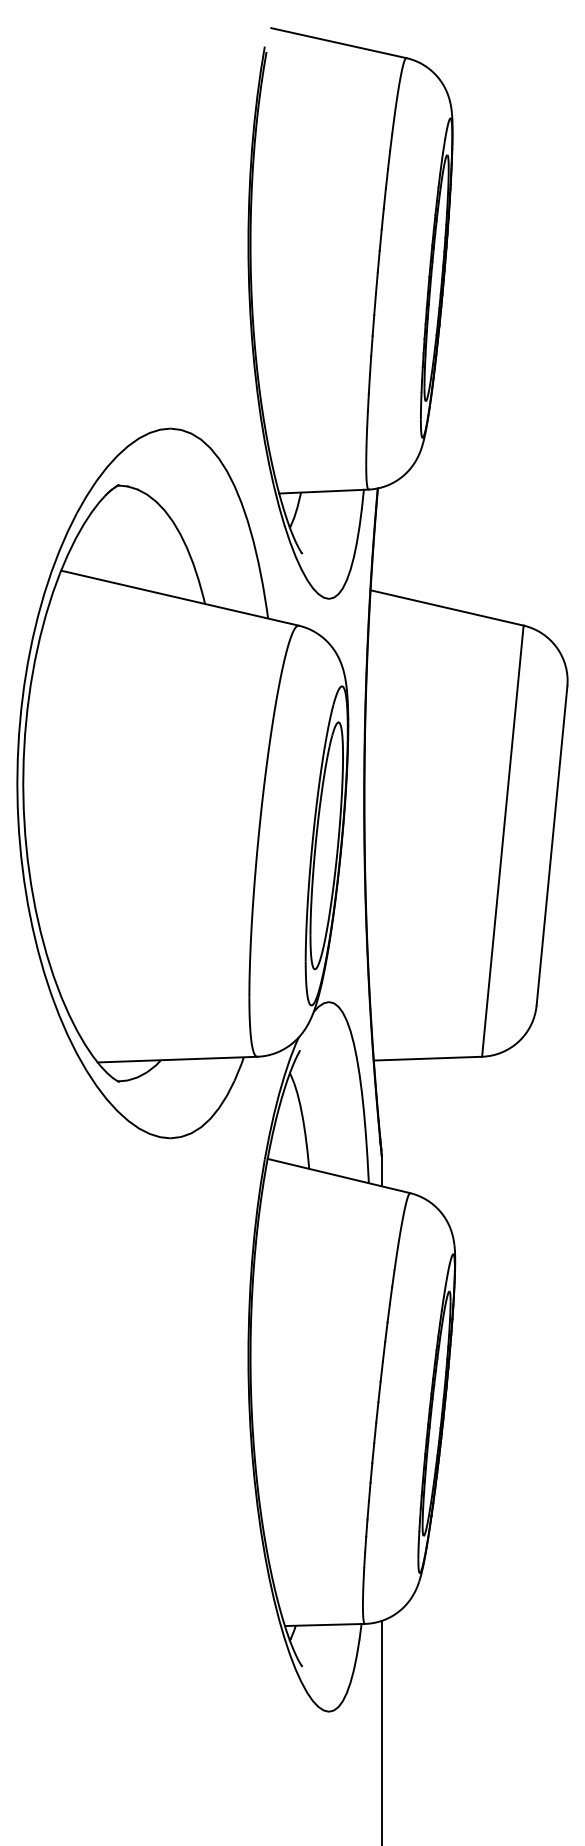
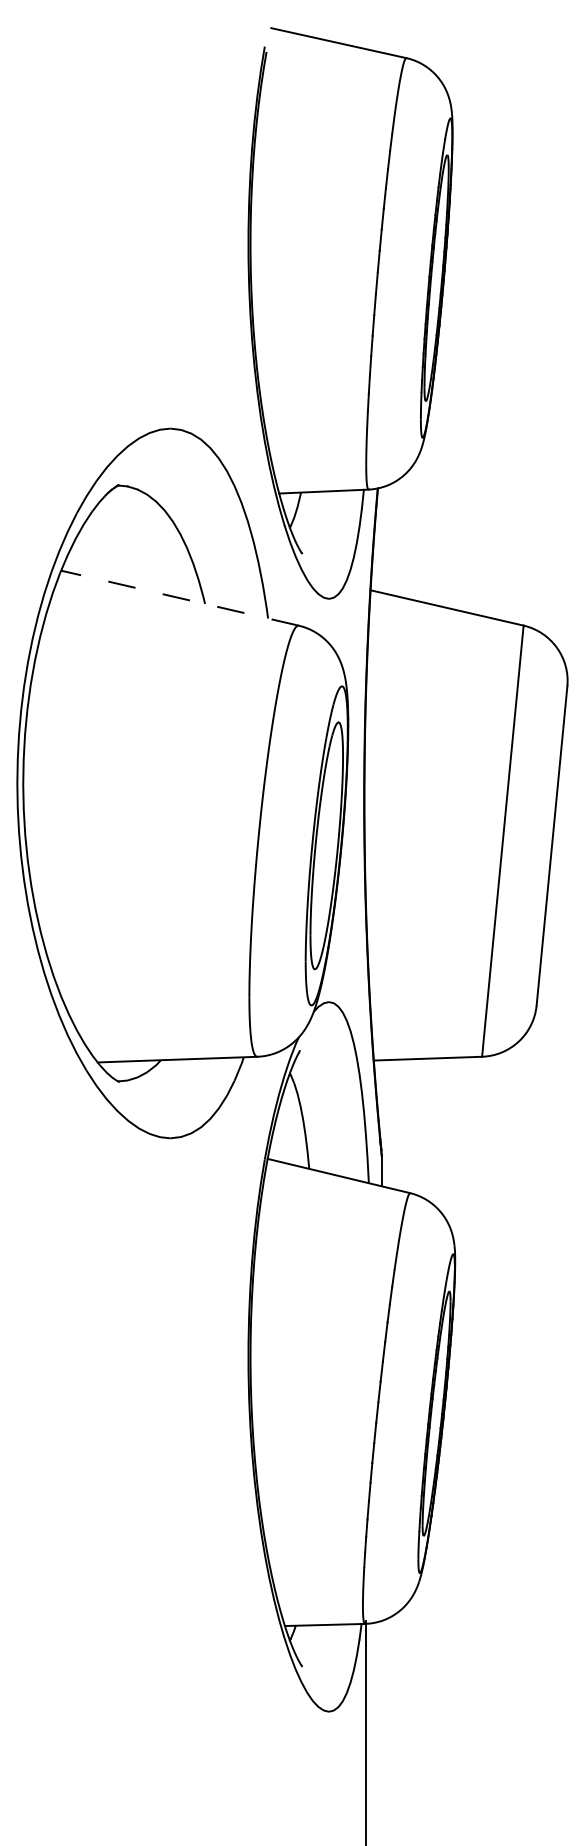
line at (180, 598): solid -> dashed
line at (381, 1731) position: (381, 1731) -> (365, 1731)
